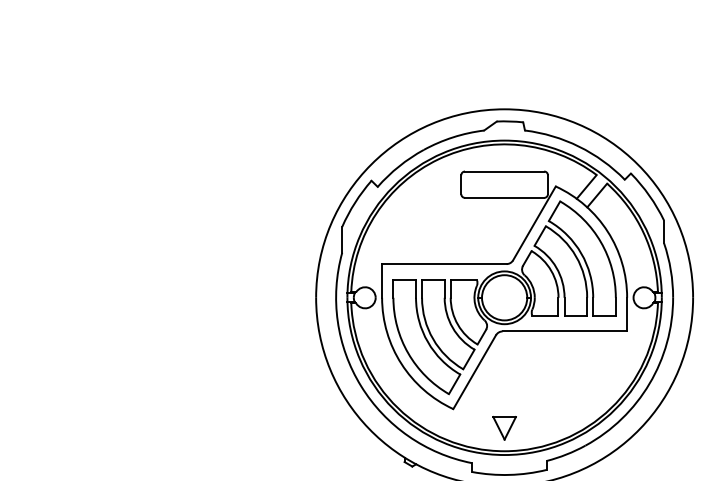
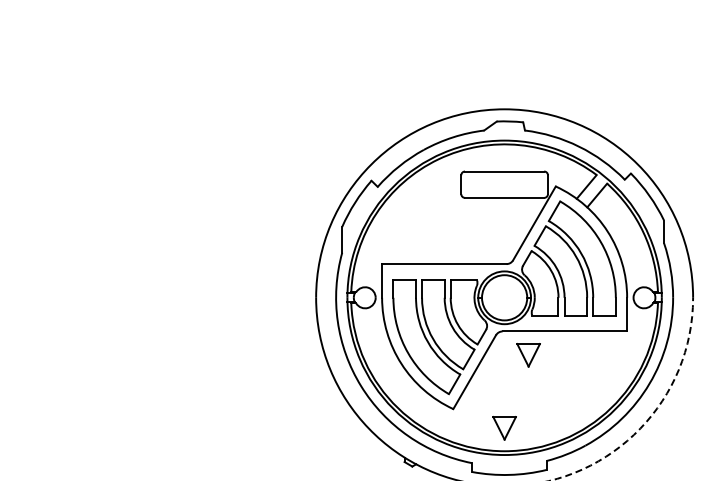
part at (528, 355): none -> present
arc at (652, 414): solid -> dashed
